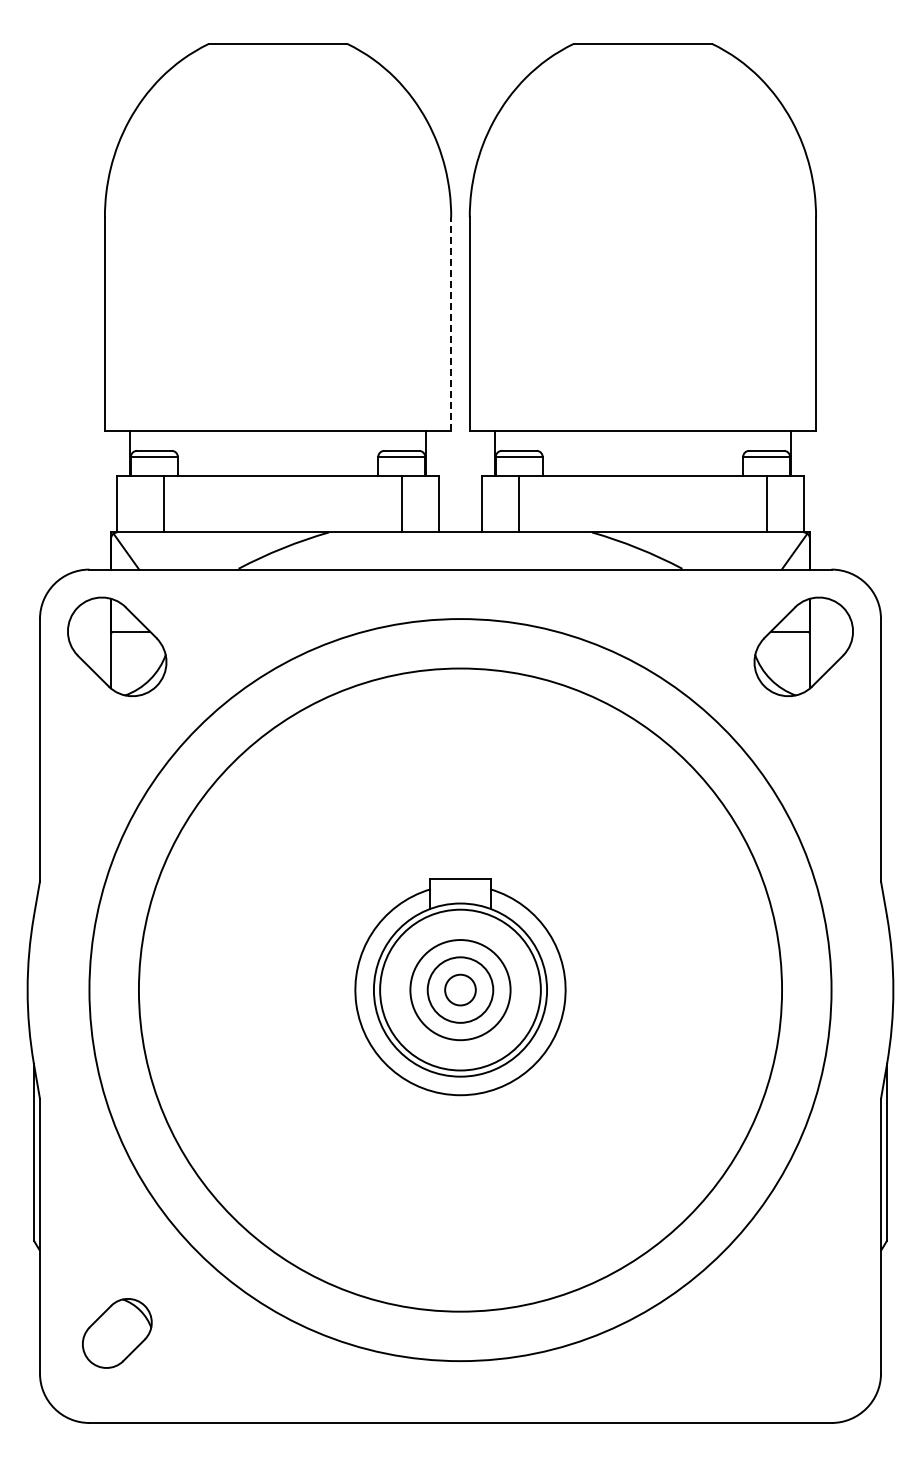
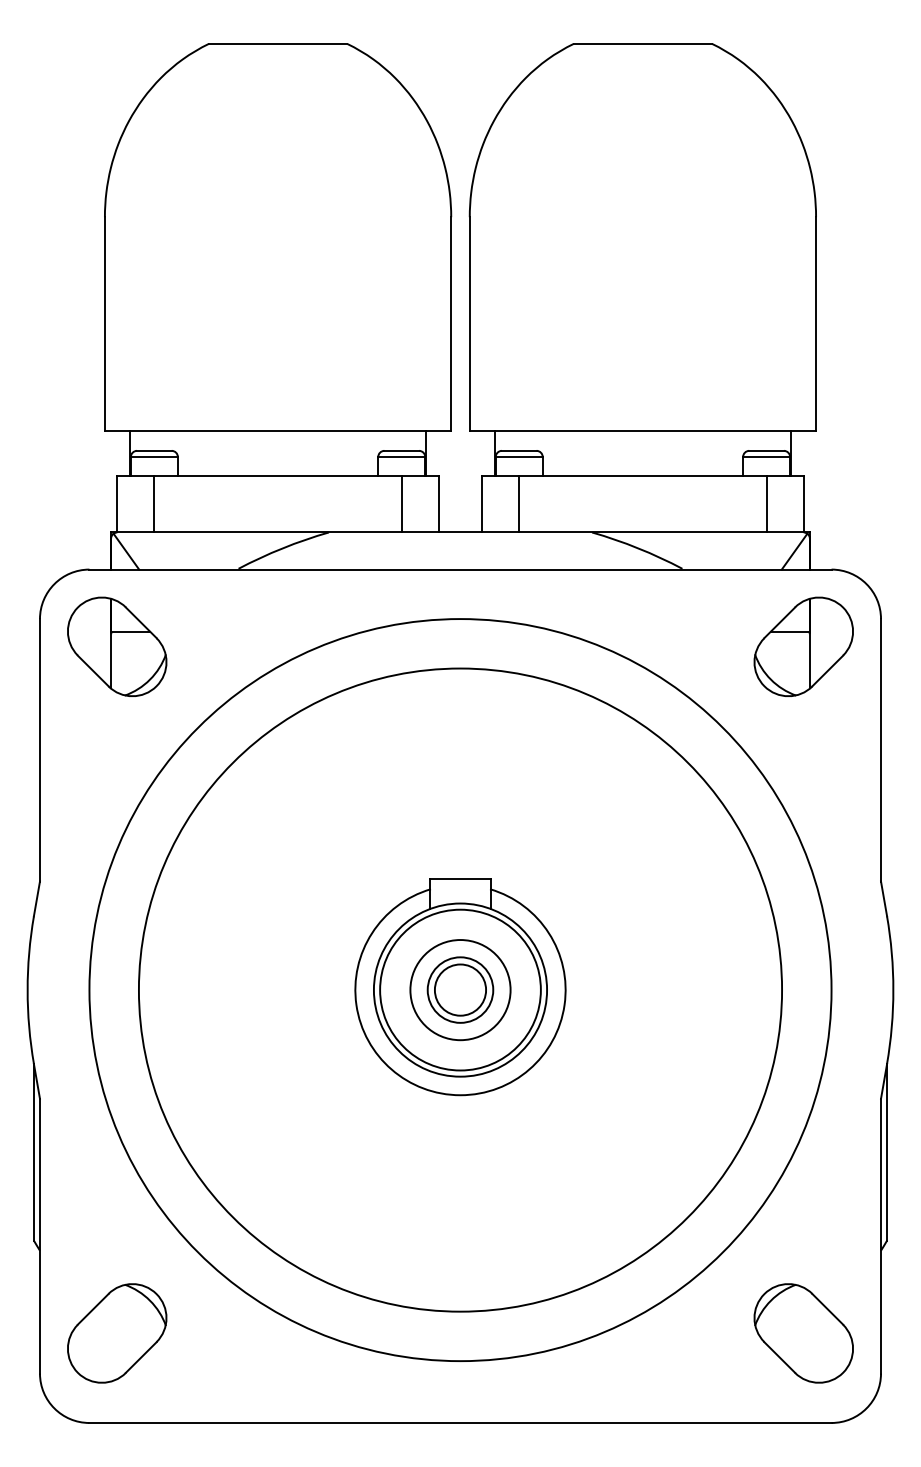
line at (451, 324): dashed -> solid
line at (164, 503) position: (164, 503) -> (154, 503)
circle at (460, 989) diameter: 31 px -> 51 px
part at (117, 1333) size: 71x71 px -> 101x101 px
part at (803, 1333): none -> present
